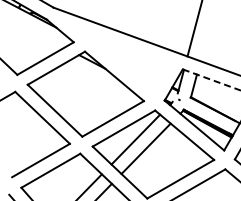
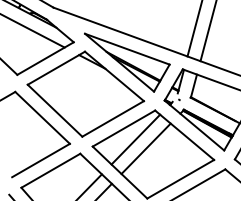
line at (33, 30): none -> present
line at (208, 31): none -> present
part at (127, 62): none -> present
line at (211, 79): dashed -> solid
